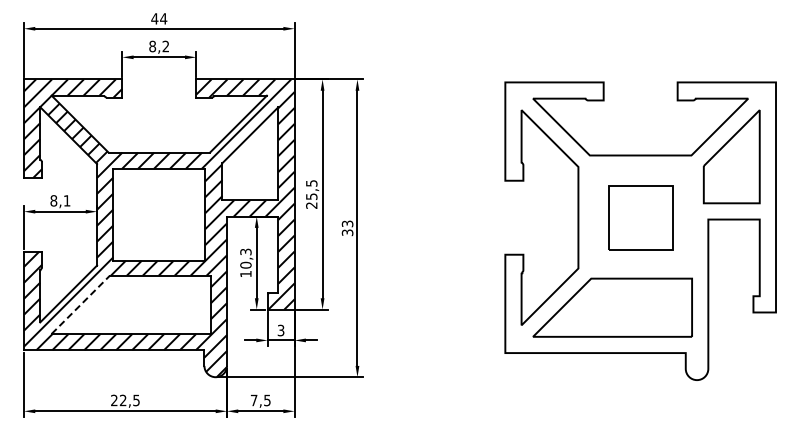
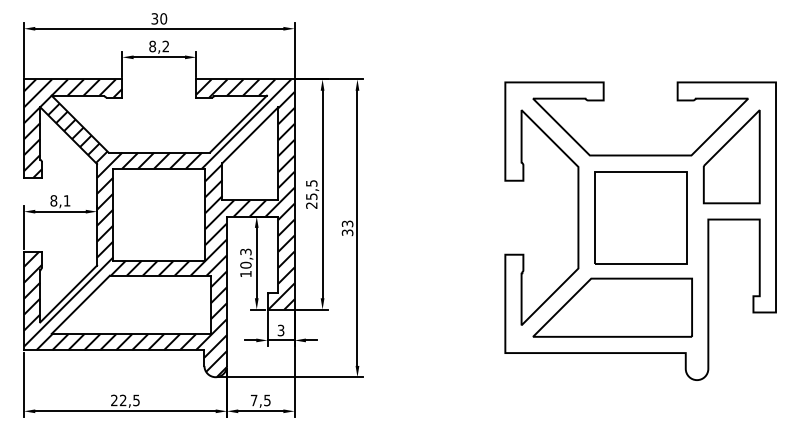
text at (159, 18): 44 -> 30
part at (640, 217) size: 66x66 px -> 94x94 px
line at (81, 304): dashed -> solid
